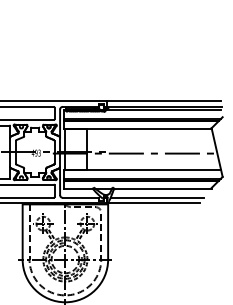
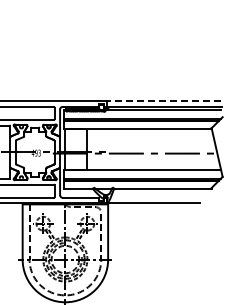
line at (163, 101): solid -> dashed
line at (156, 197): present -> none
